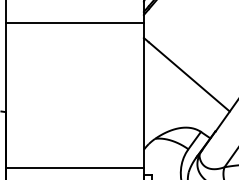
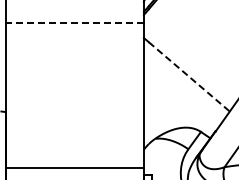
line at (75, 23): solid -> dashed
line at (189, 77): solid -> dashed
